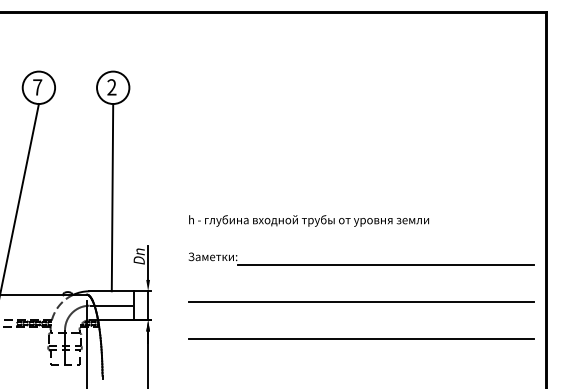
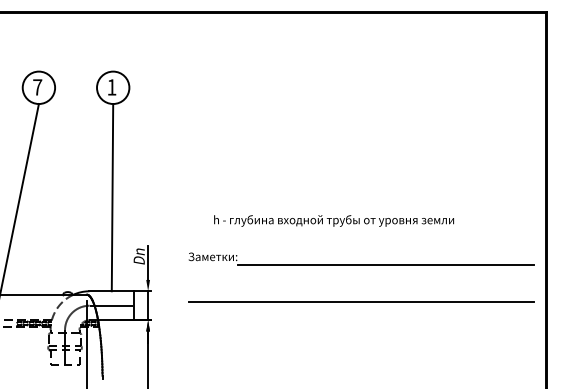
text at (111, 87): 2 -> 1
text at (308, 220) position: (308, 220) -> (333, 220)
line at (361, 338): present -> none
